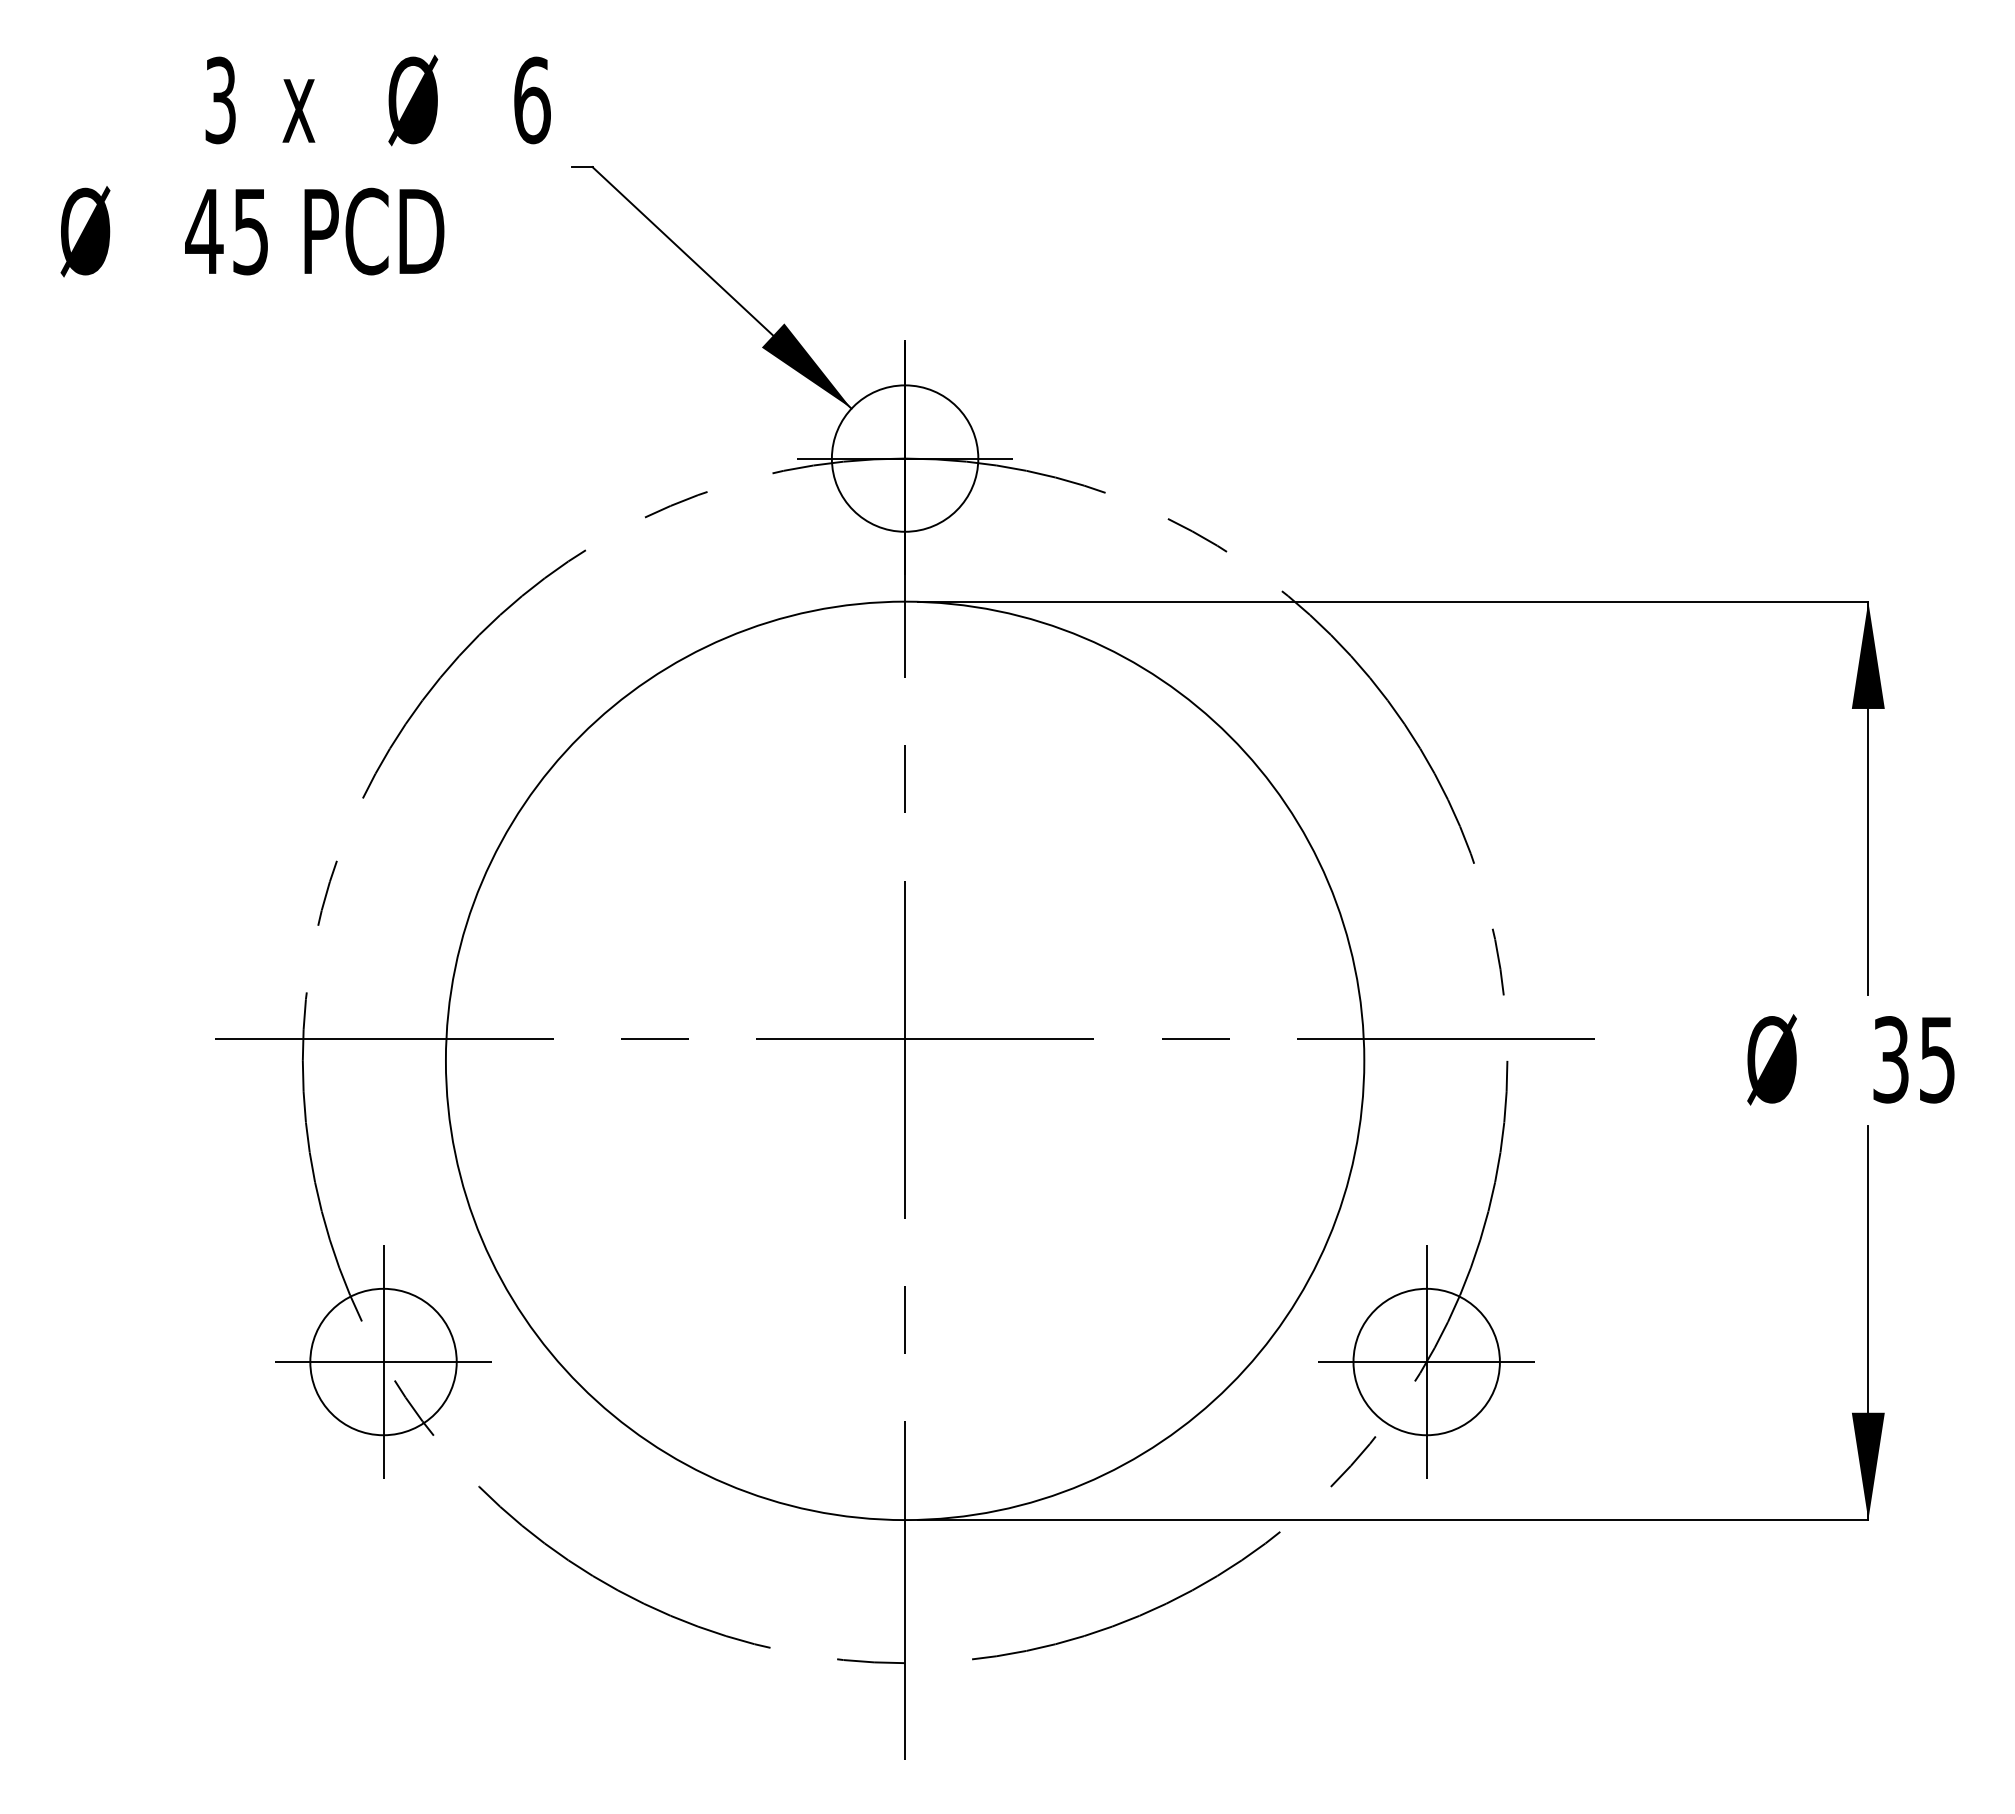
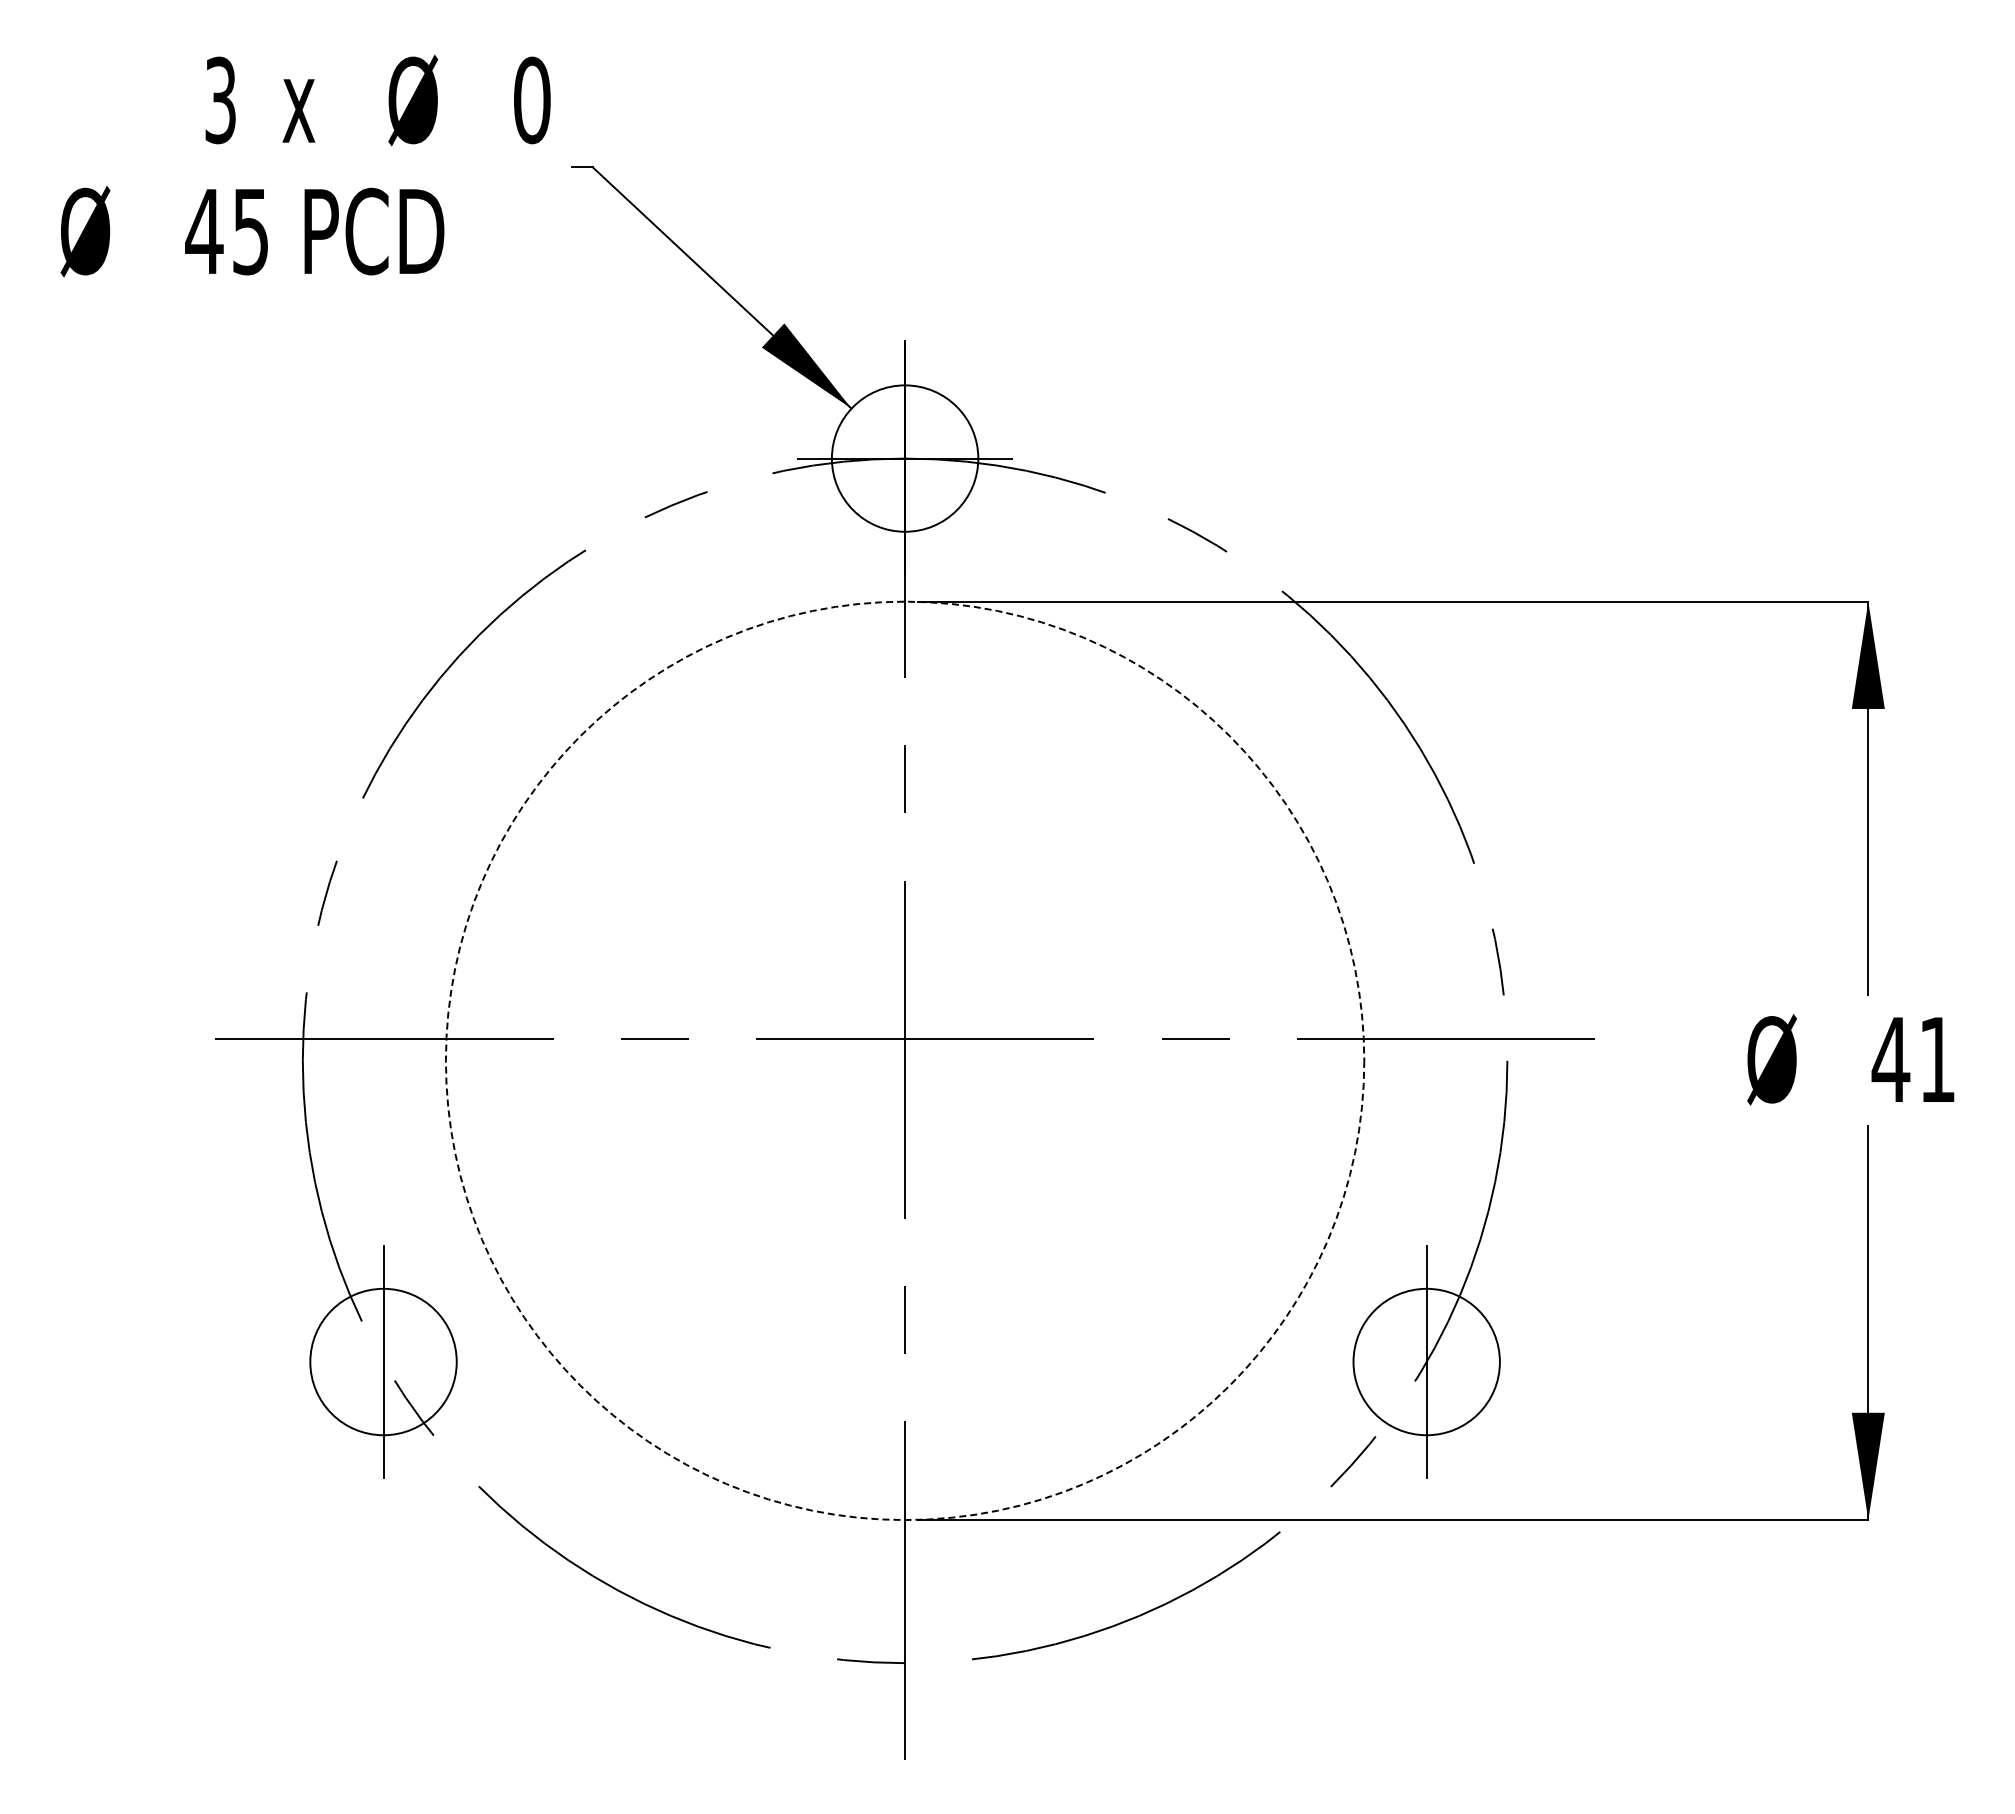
text at (532, 100): 6 -> 0
text at (1912, 1059): 35 -> 41
circle at (904, 1060): solid -> dashed
line at (383, 1362): present -> none
line at (1426, 1362): present -> none
